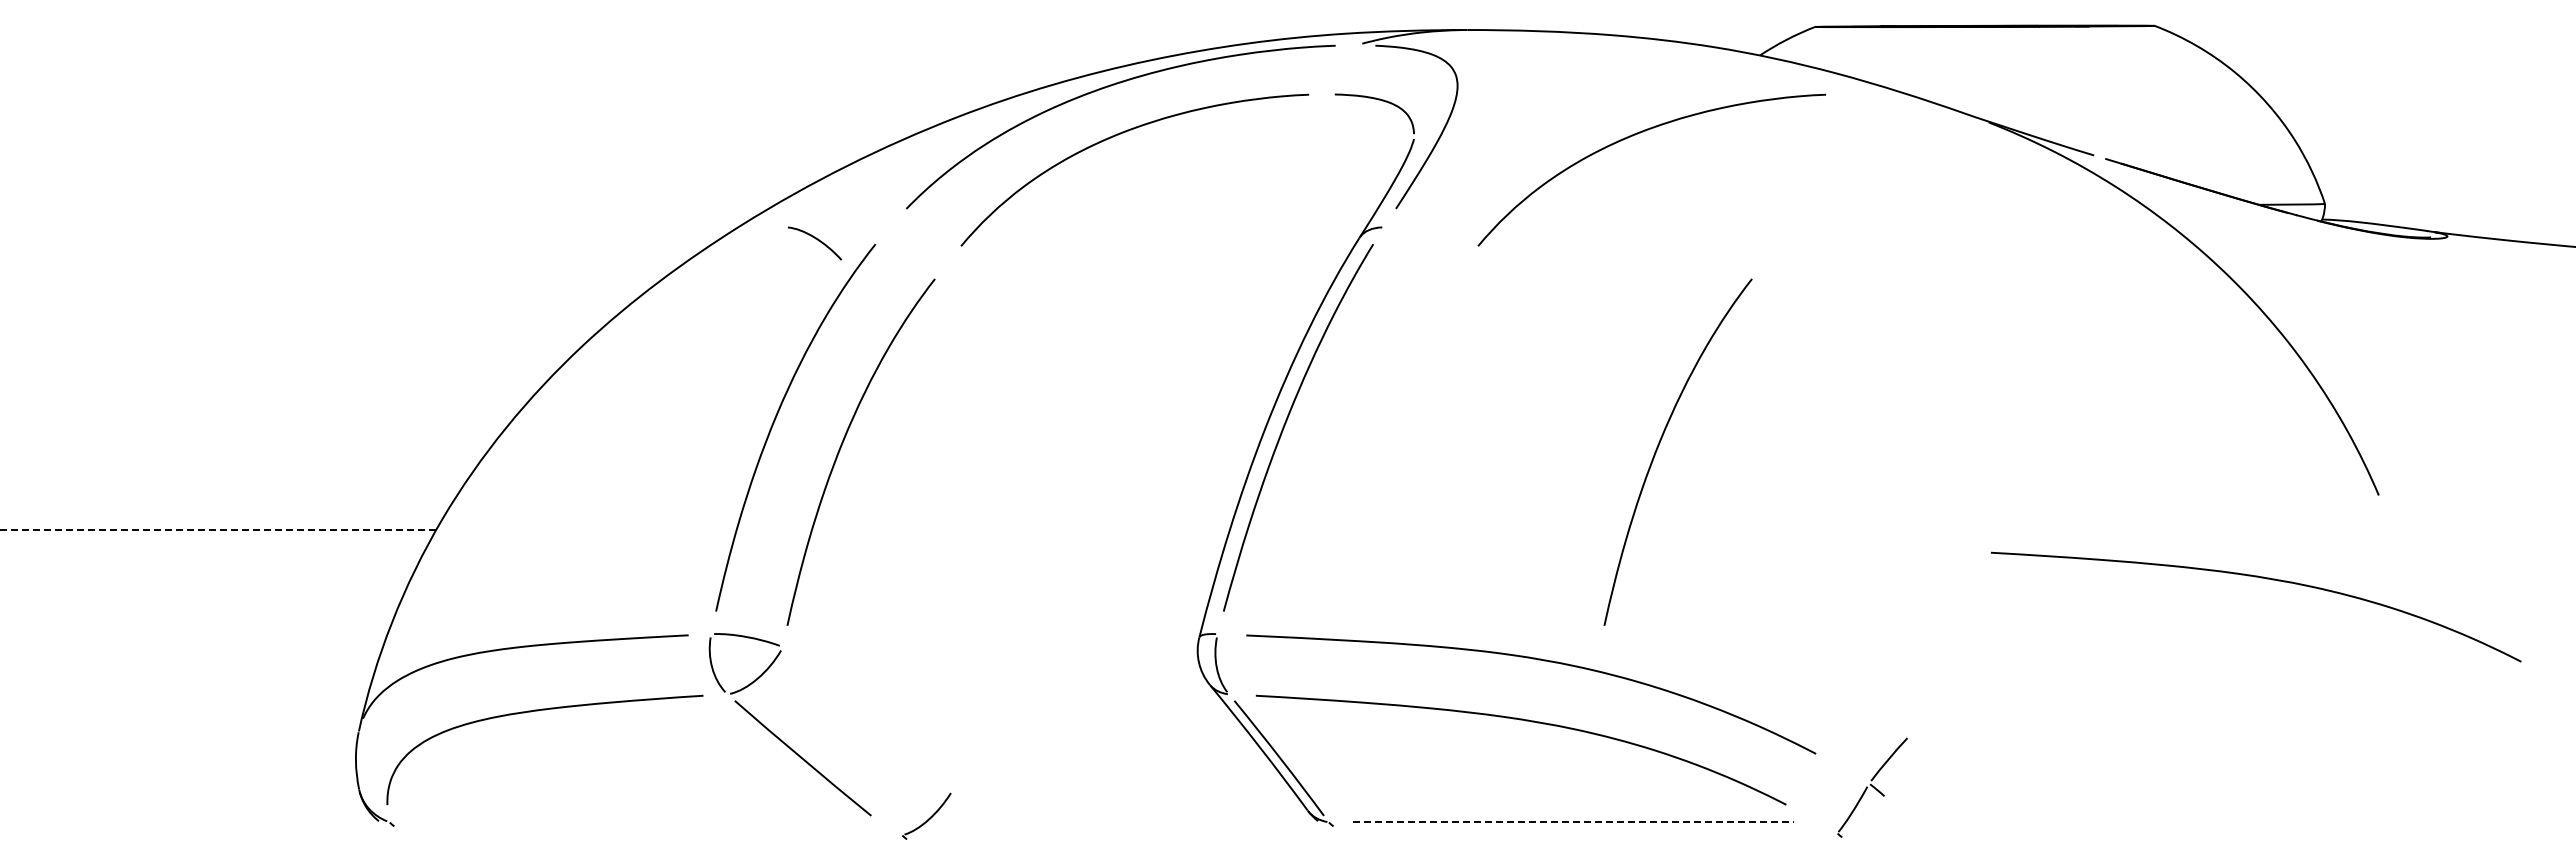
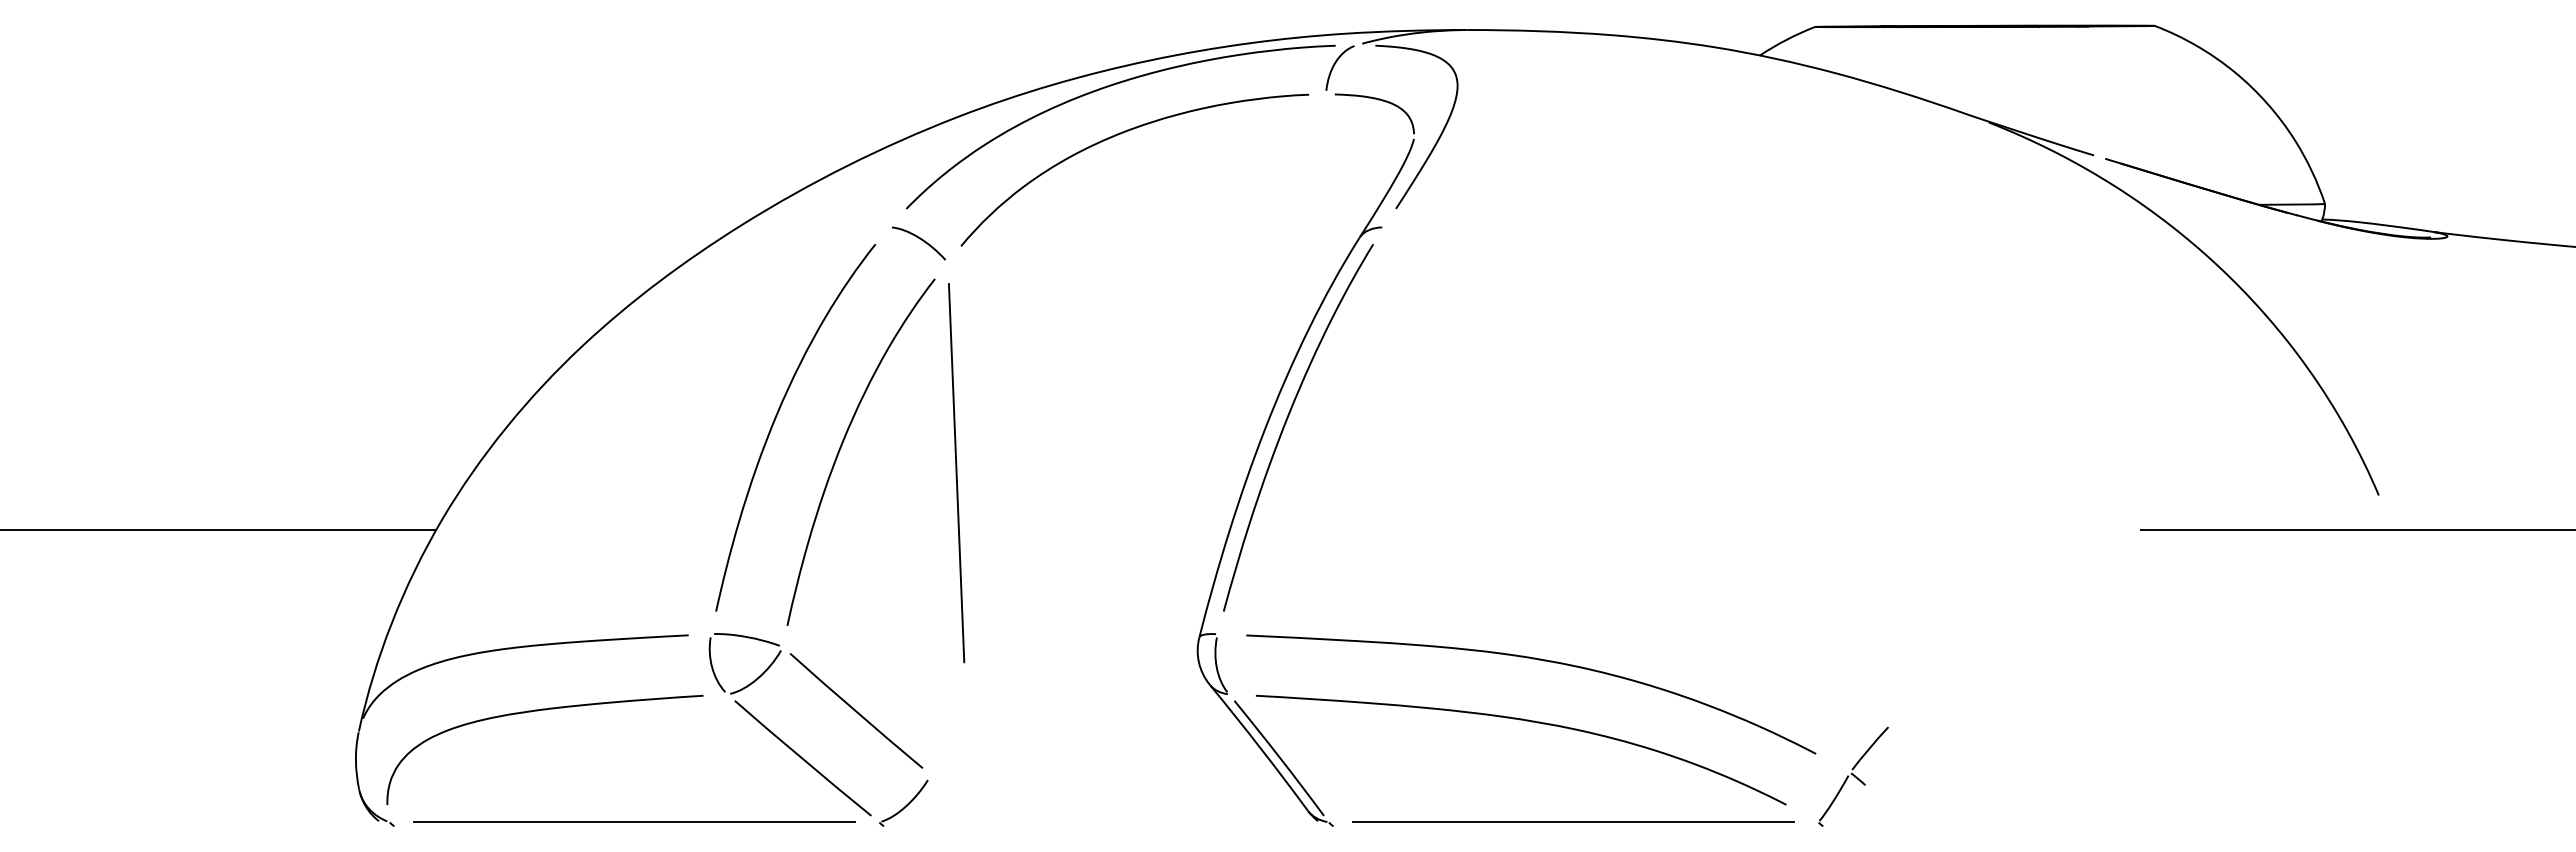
curve at (1336, 63): none -> present
curve at (1635, 135): present -> none
curve at (815, 239) position: (815, 239) -> (919, 239)
curve at (1660, 443): present -> none
line at (956, 473): none -> present
line at (218, 529): dashed -> solid
line at (2356, 529): none -> present
curve at (2260, 578): present -> none
line at (856, 710): none -> present
part at (1872, 787) position: (1872, 787) -> (1853, 776)
part at (926, 815) position: (926, 815) -> (903, 802)
line at (634, 822): none -> present
line at (1574, 822): dashed -> solid
